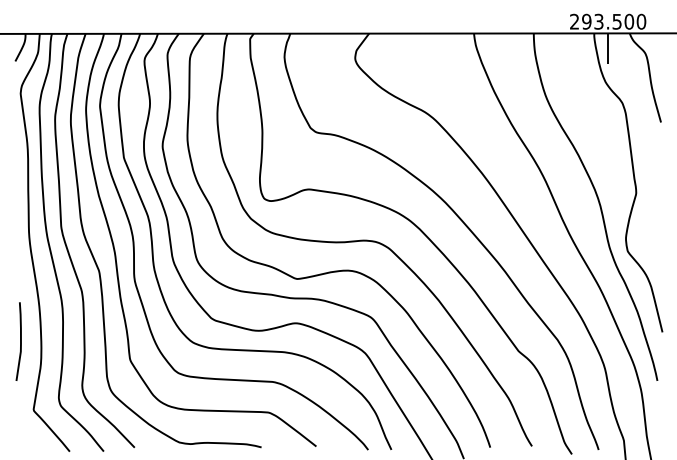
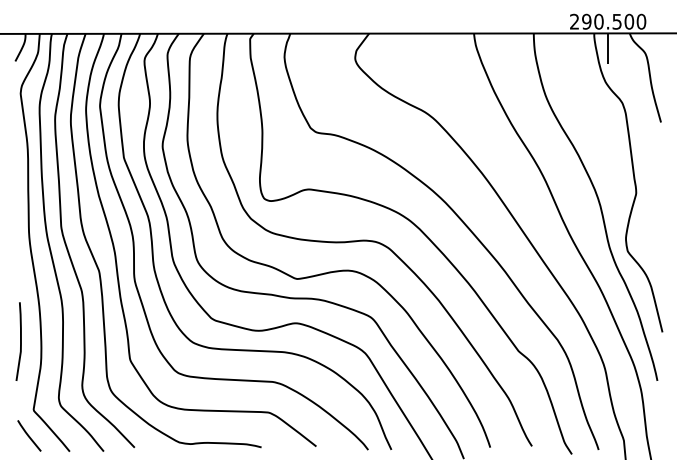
text at (598, 21): 293.500 -> 290.500
line at (29, 435): none -> present
